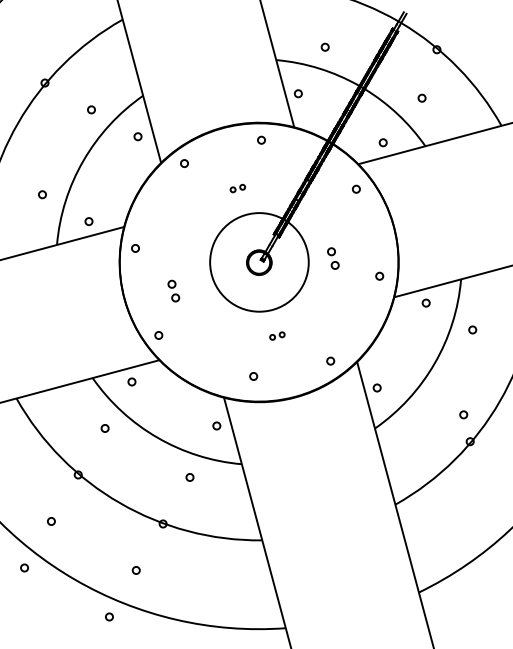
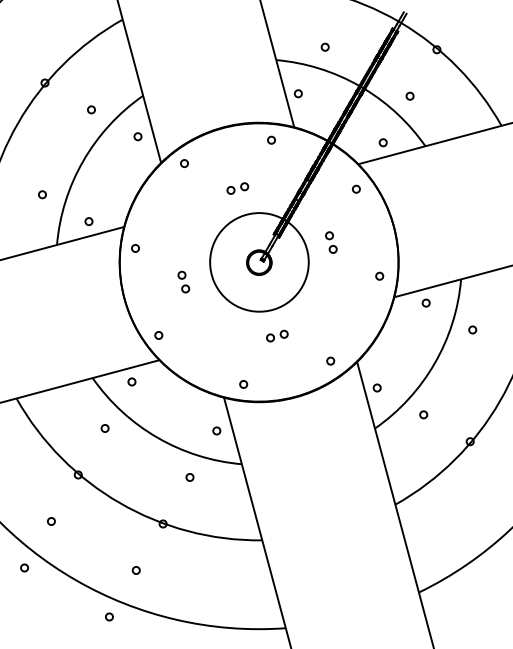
circle at (421, 97) position: (421, 97) -> (409, 95)
circle at (261, 139) position: (261, 139) -> (271, 139)
part at (237, 188) size: 17x11 px -> 24x13 px
part at (333, 258) position: (333, 258) -> (331, 242)
part at (173, 290) position: (173, 290) -> (183, 281)
part at (277, 335) size: 17x10 px -> 23x14 px
circle at (253, 376) position: (253, 376) -> (243, 384)
circle at (463, 414) position: (463, 414) -> (423, 414)
circle at (216, 425) position: (216, 425) -> (216, 430)
